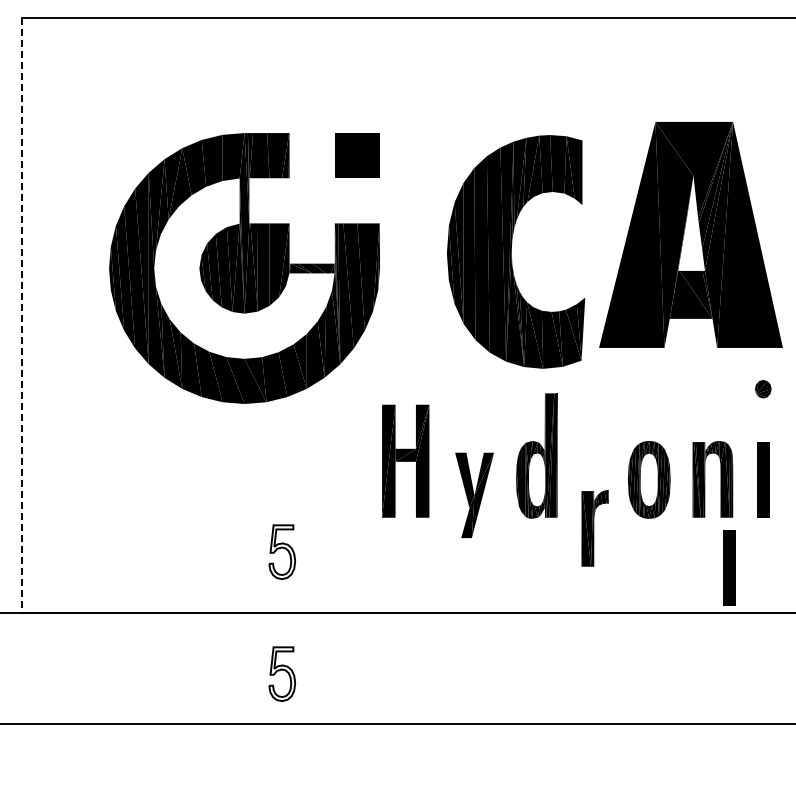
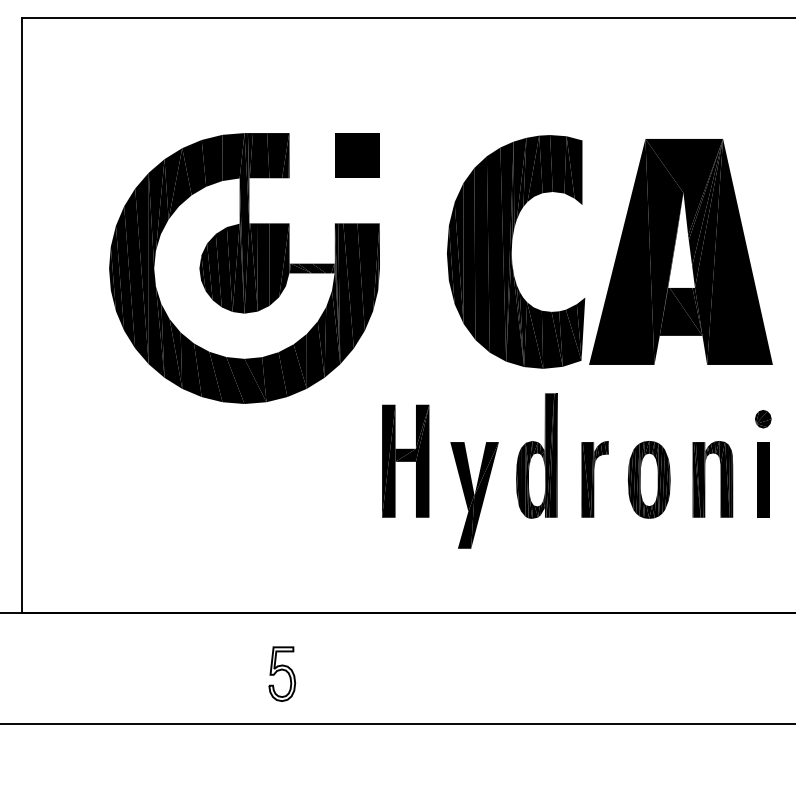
part at (690, 234) position: (690, 234) -> (680, 251)
line at (22, 315): dashed -> solid
part at (763, 389) position: (763, 389) -> (763, 419)
part at (474, 495) size: 39x87 px -> 49x107 px
part at (594, 528) position: (594, 528) -> (594, 479)
part at (282, 551): present -> none
part at (729, 567): present -> none
